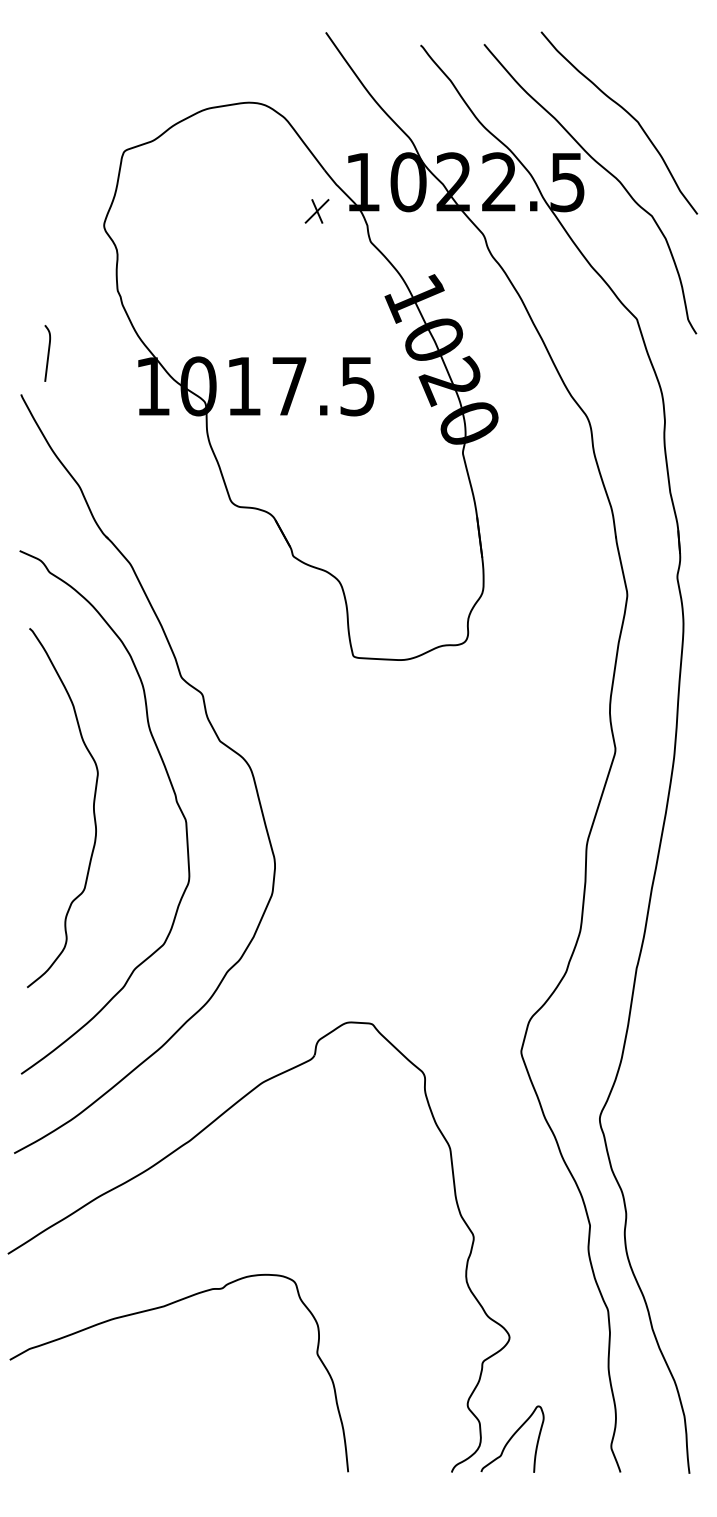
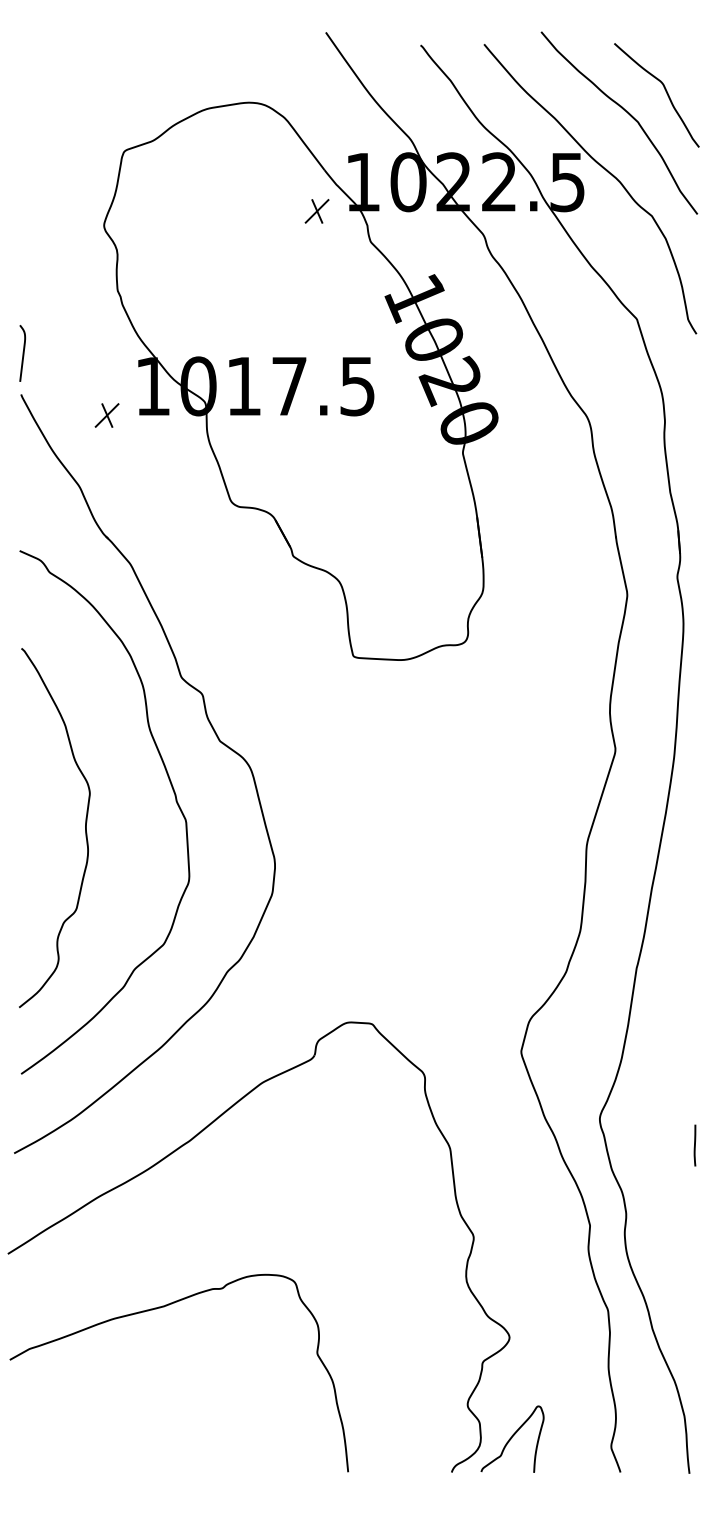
curve at (665, 91): none -> present
curve at (47, 353) position: (47, 353) -> (22, 353)
part at (106, 415): none -> present
curve at (93, 808) position: (93, 808) -> (85, 828)
line at (694, 1145): none -> present
